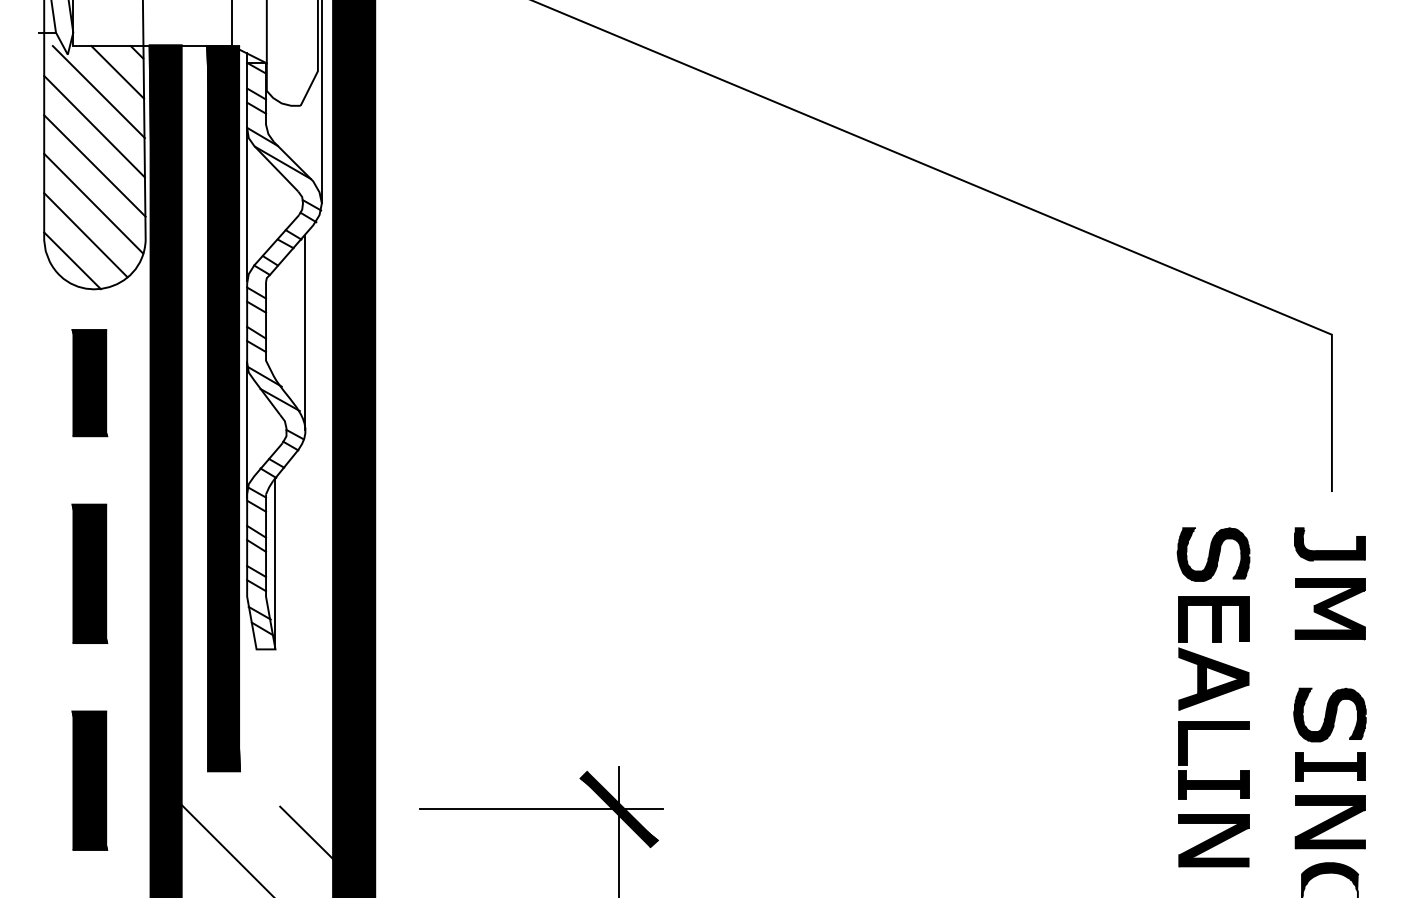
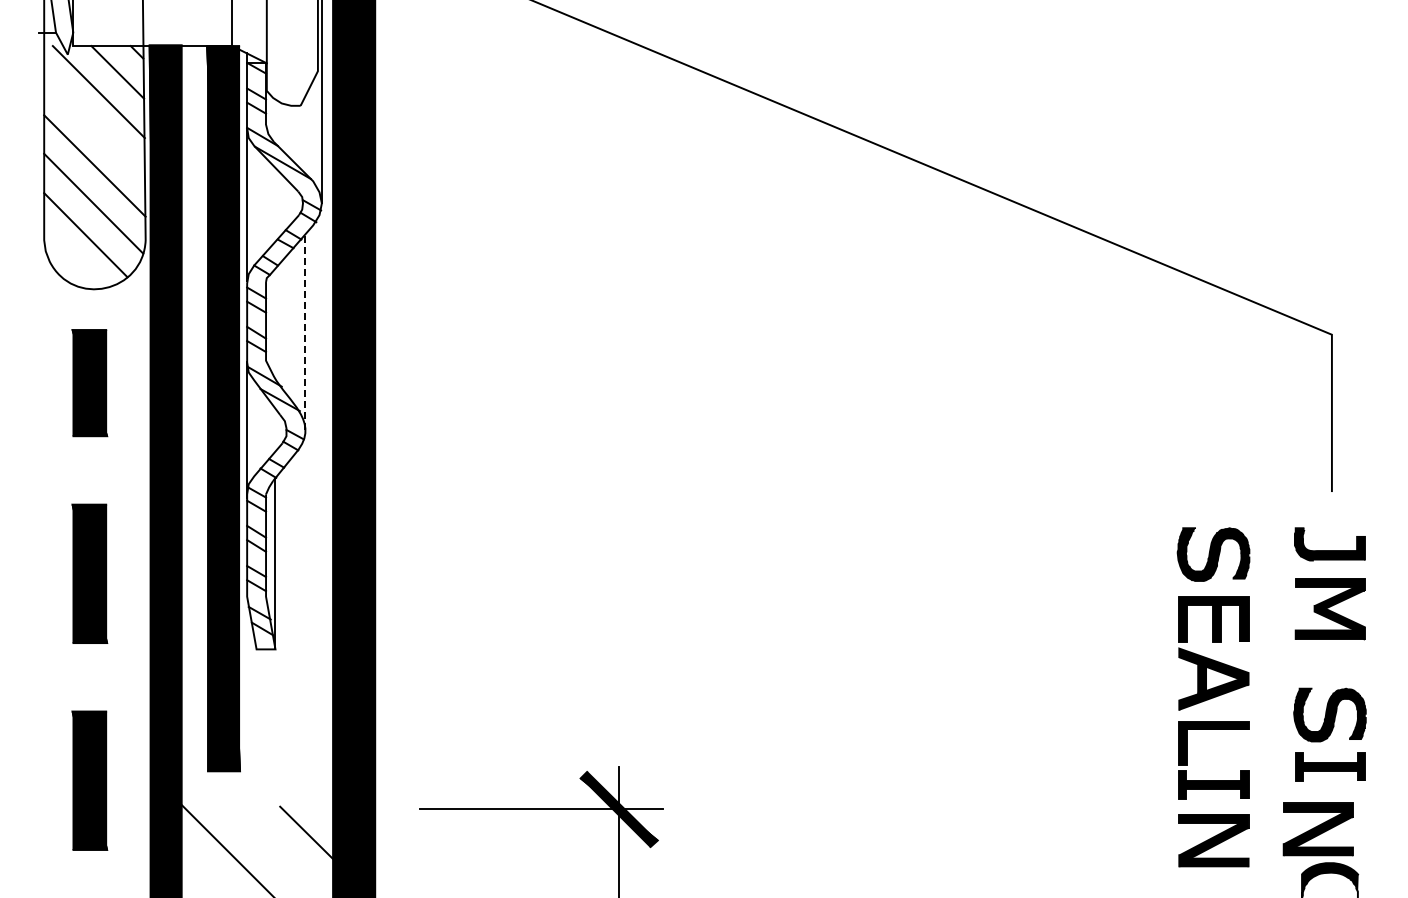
line at (94, 126): present -> none
line at (72, 260): present -> none
line at (305, 332): solid -> dashed
part at (1329, 822) position: (1329, 822) -> (1317, 829)
